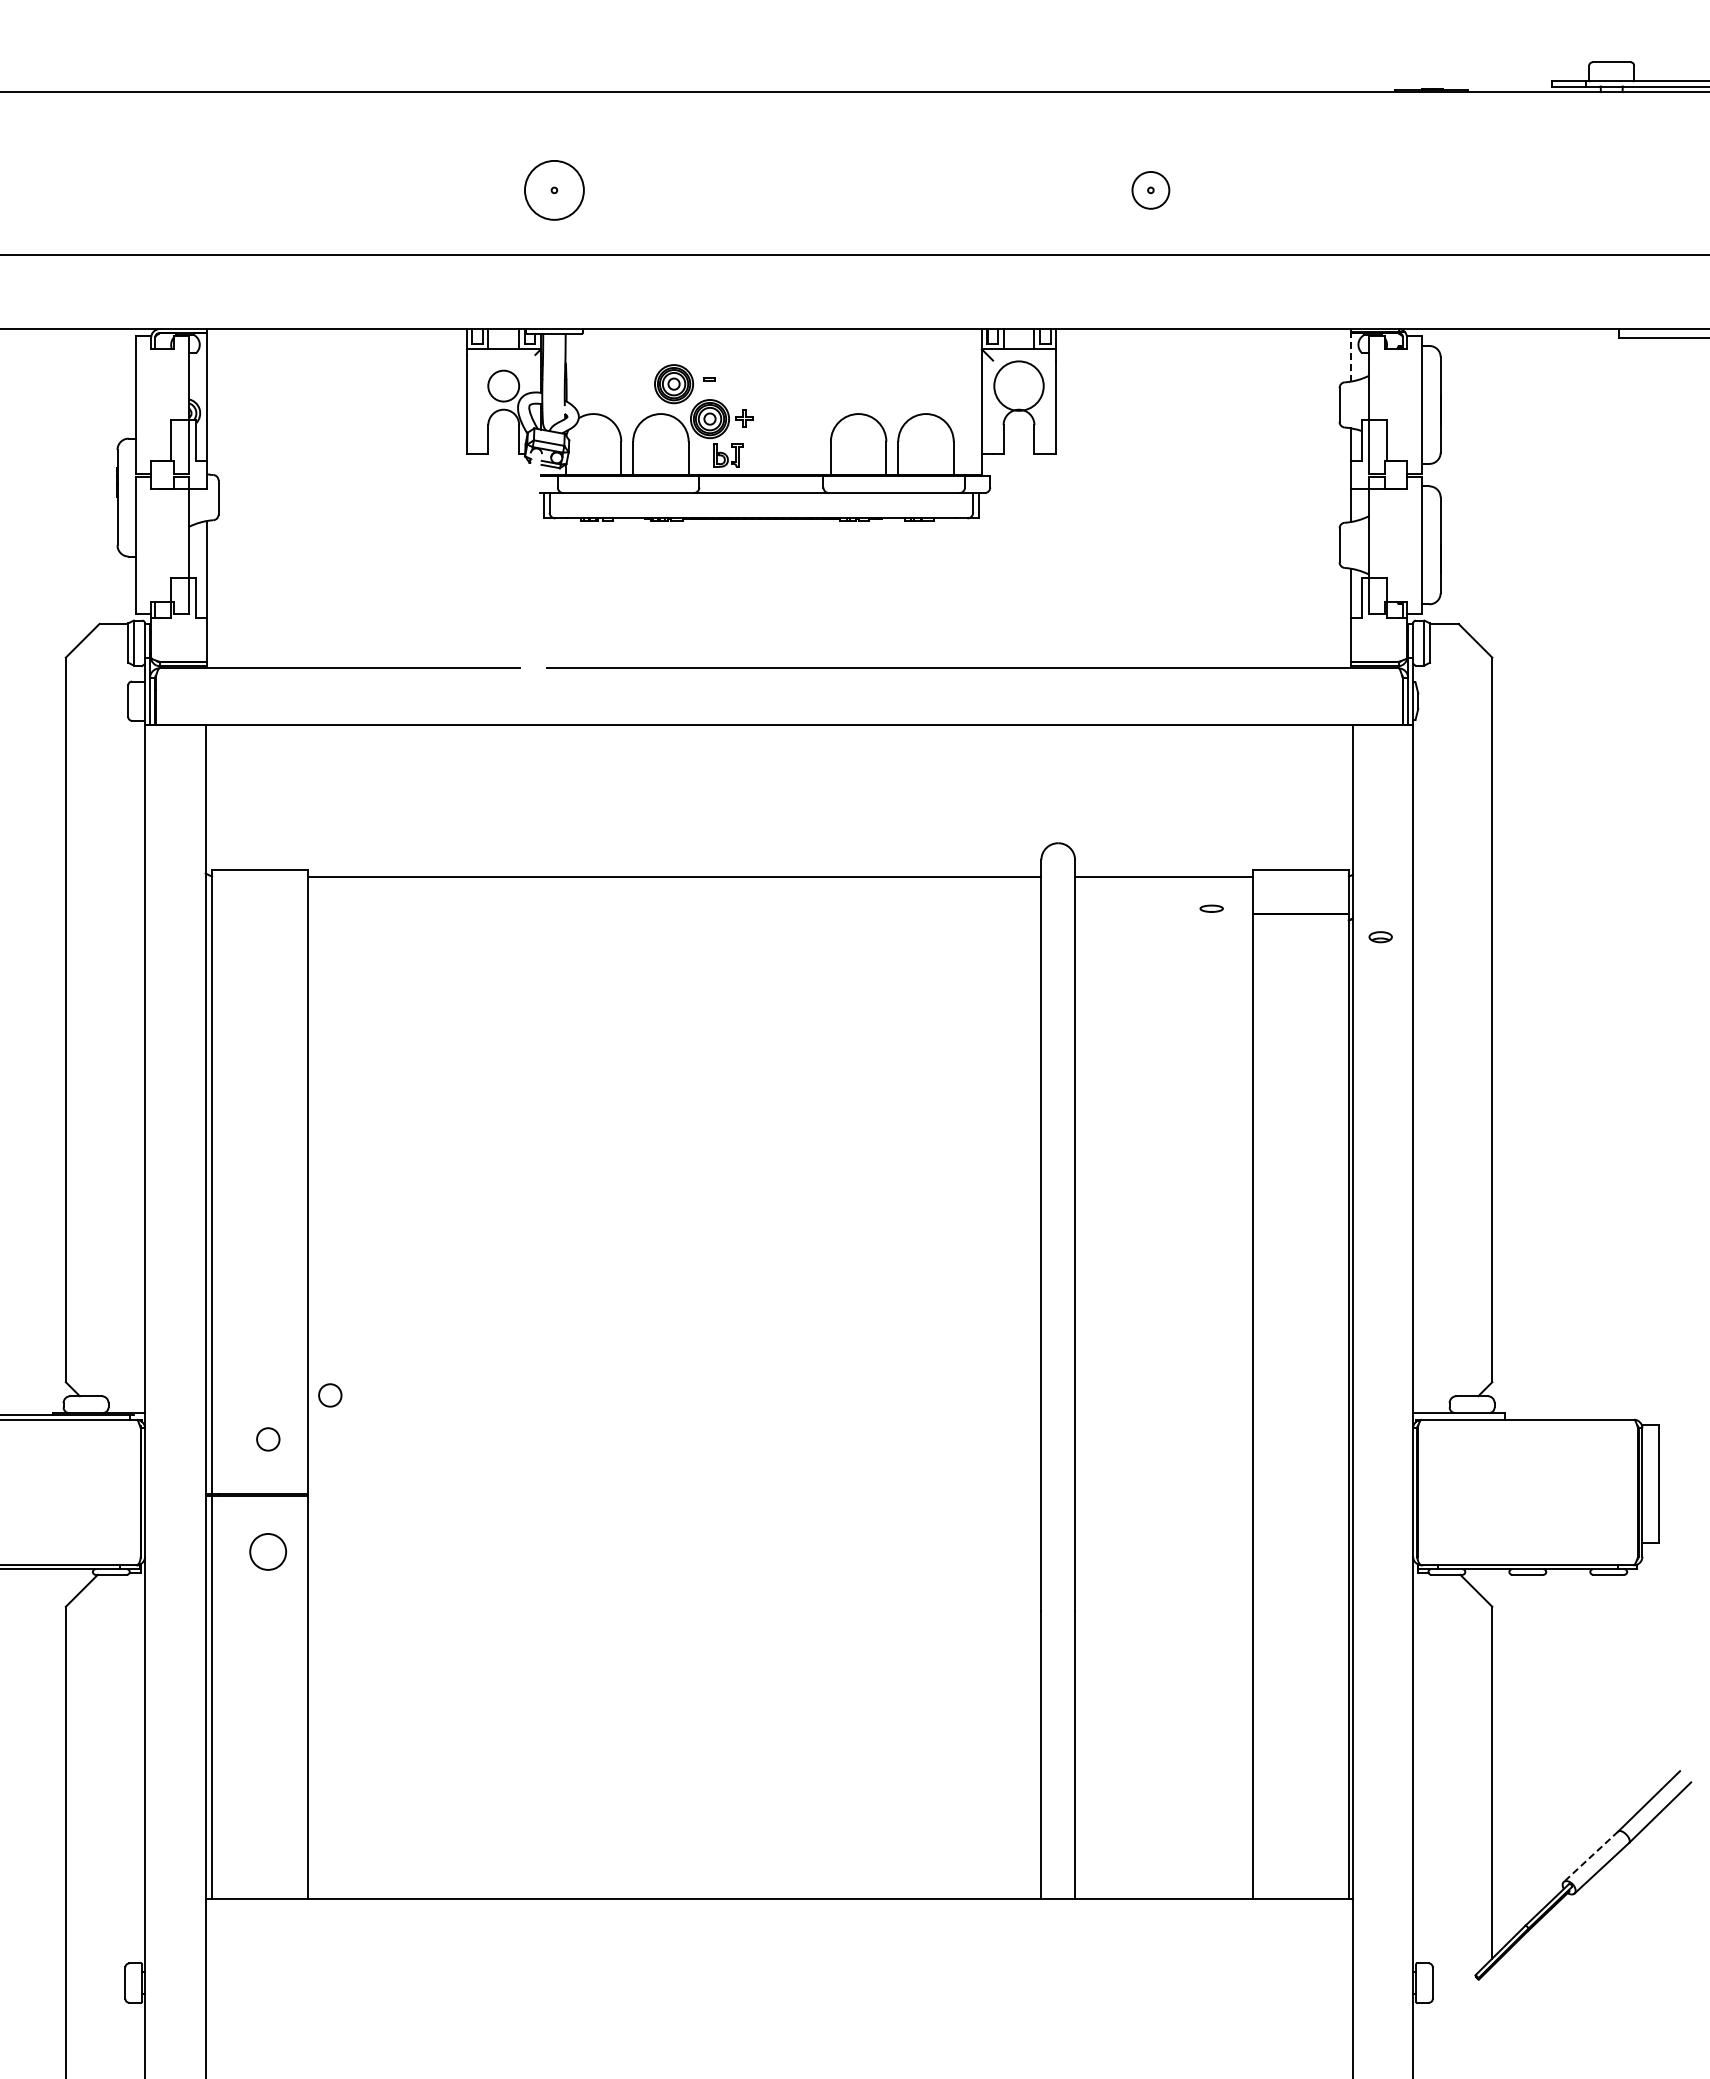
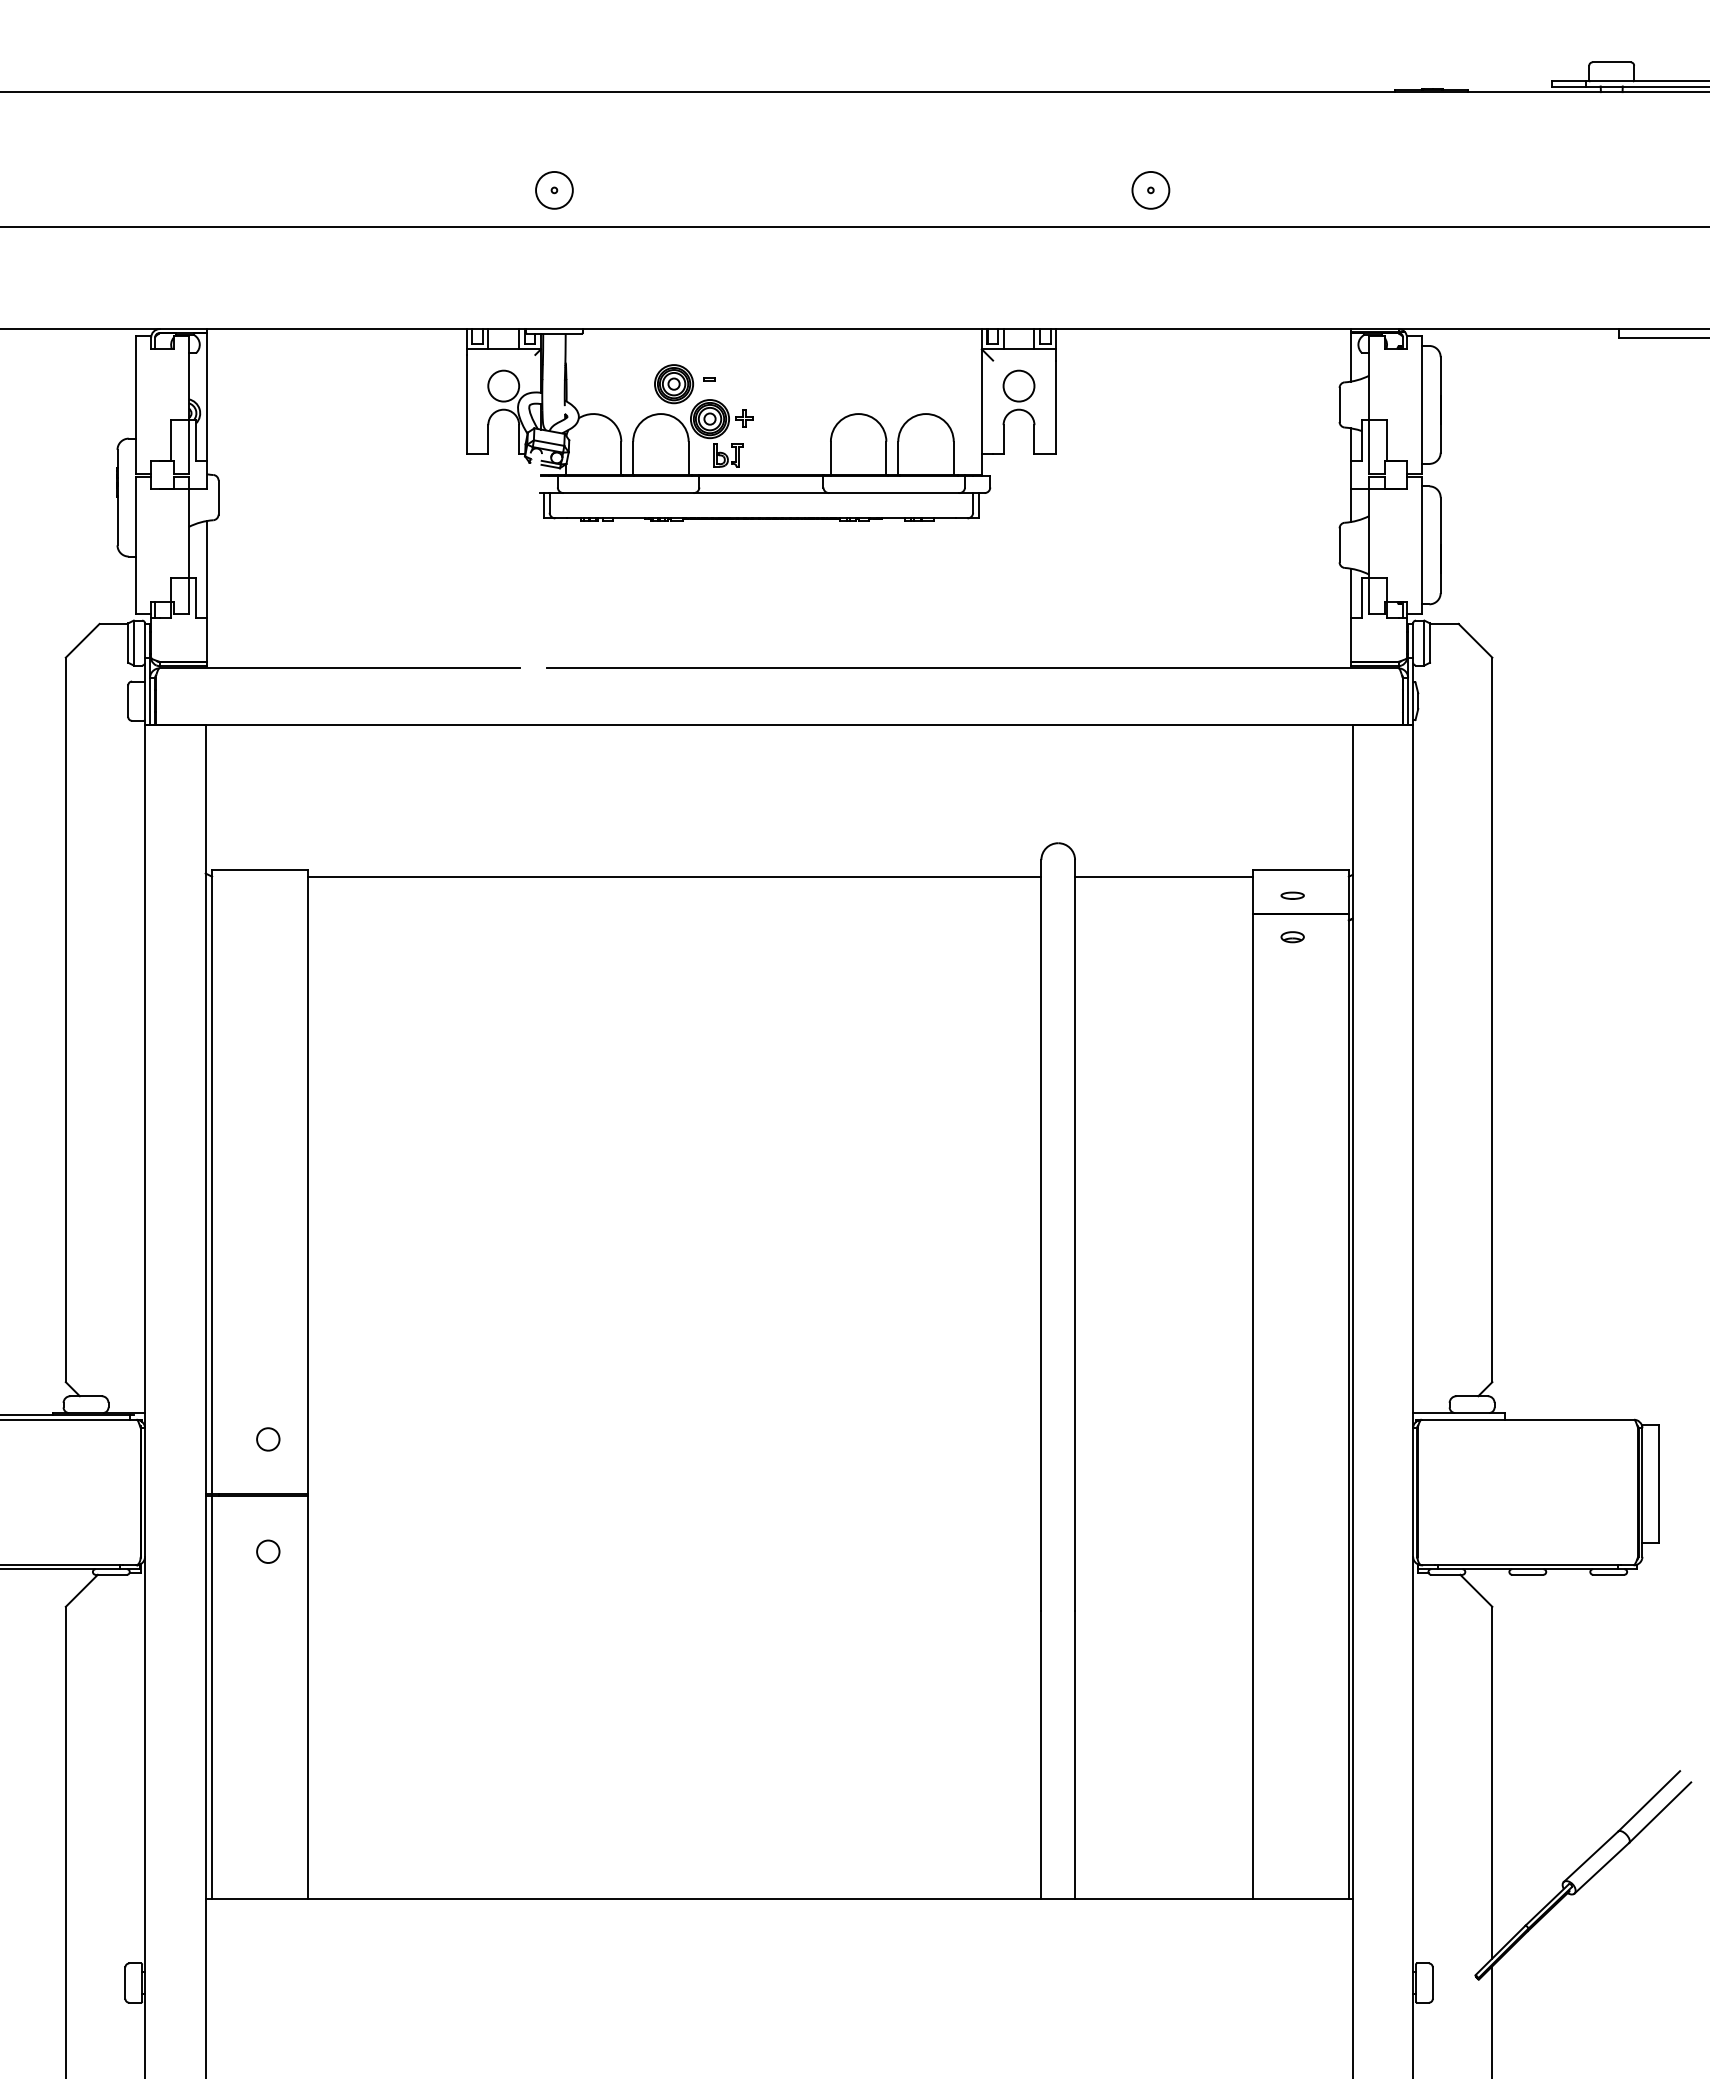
circle at (553, 189) diameter: 59 px -> 37 px
line at (854, 254) position: (854, 254) -> (854, 226)
line at (1350, 357): dashed -> solid
circle at (1018, 385) diameter: 49 px -> 31 px
part at (1211, 908) position: (1211, 908) -> (1292, 895)
part at (1380, 937) position: (1380, 937) -> (1292, 937)
part at (330, 1395): present -> none
part at (267, 1551) size: 38x38 px -> 25x25 px
line at (1590, 1857): dashed -> solid
line at (1492, 2020): none -> present
